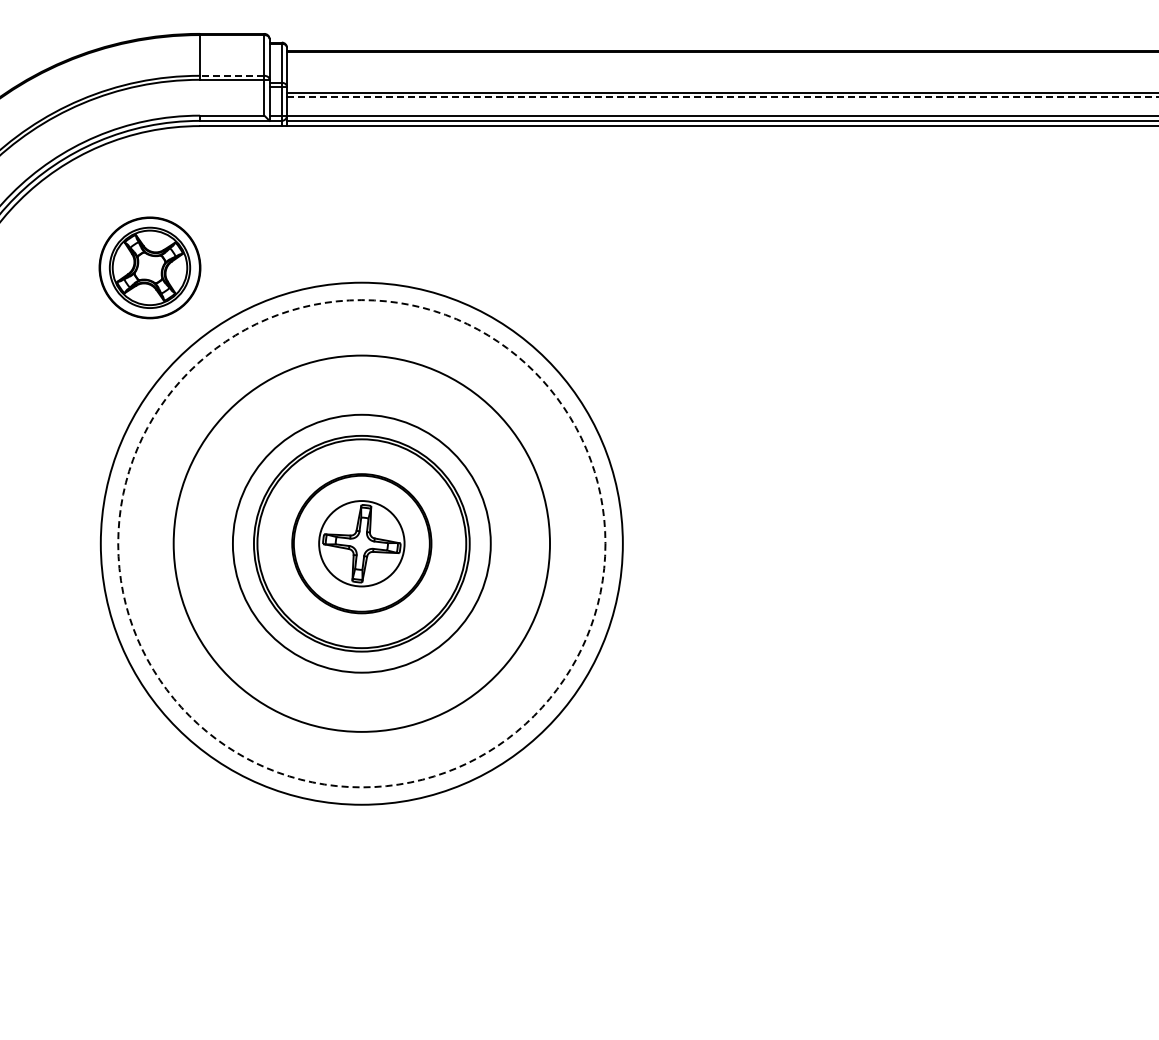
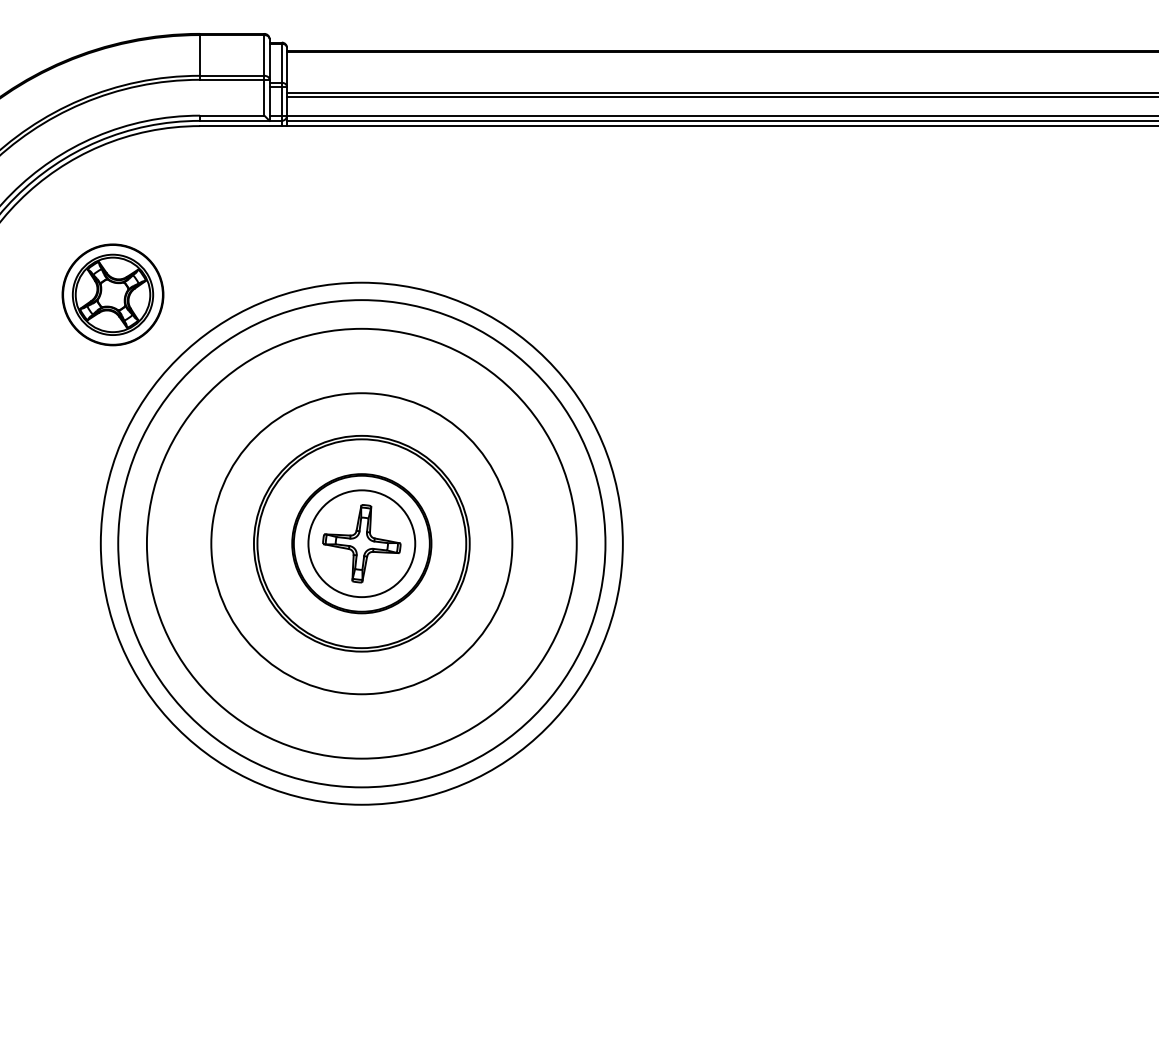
line at (231, 75): dashed -> solid
line at (723, 97): dashed -> solid
part at (149, 267) position: (149, 267) -> (112, 294)
circle at (361, 543) diameter: 258 px -> 430 px
circle at (361, 543) diameter: 376 px -> 301 px
circle at (361, 543) diameter: 85 px -> 107 px
circle at (361, 543): dashed -> solid
